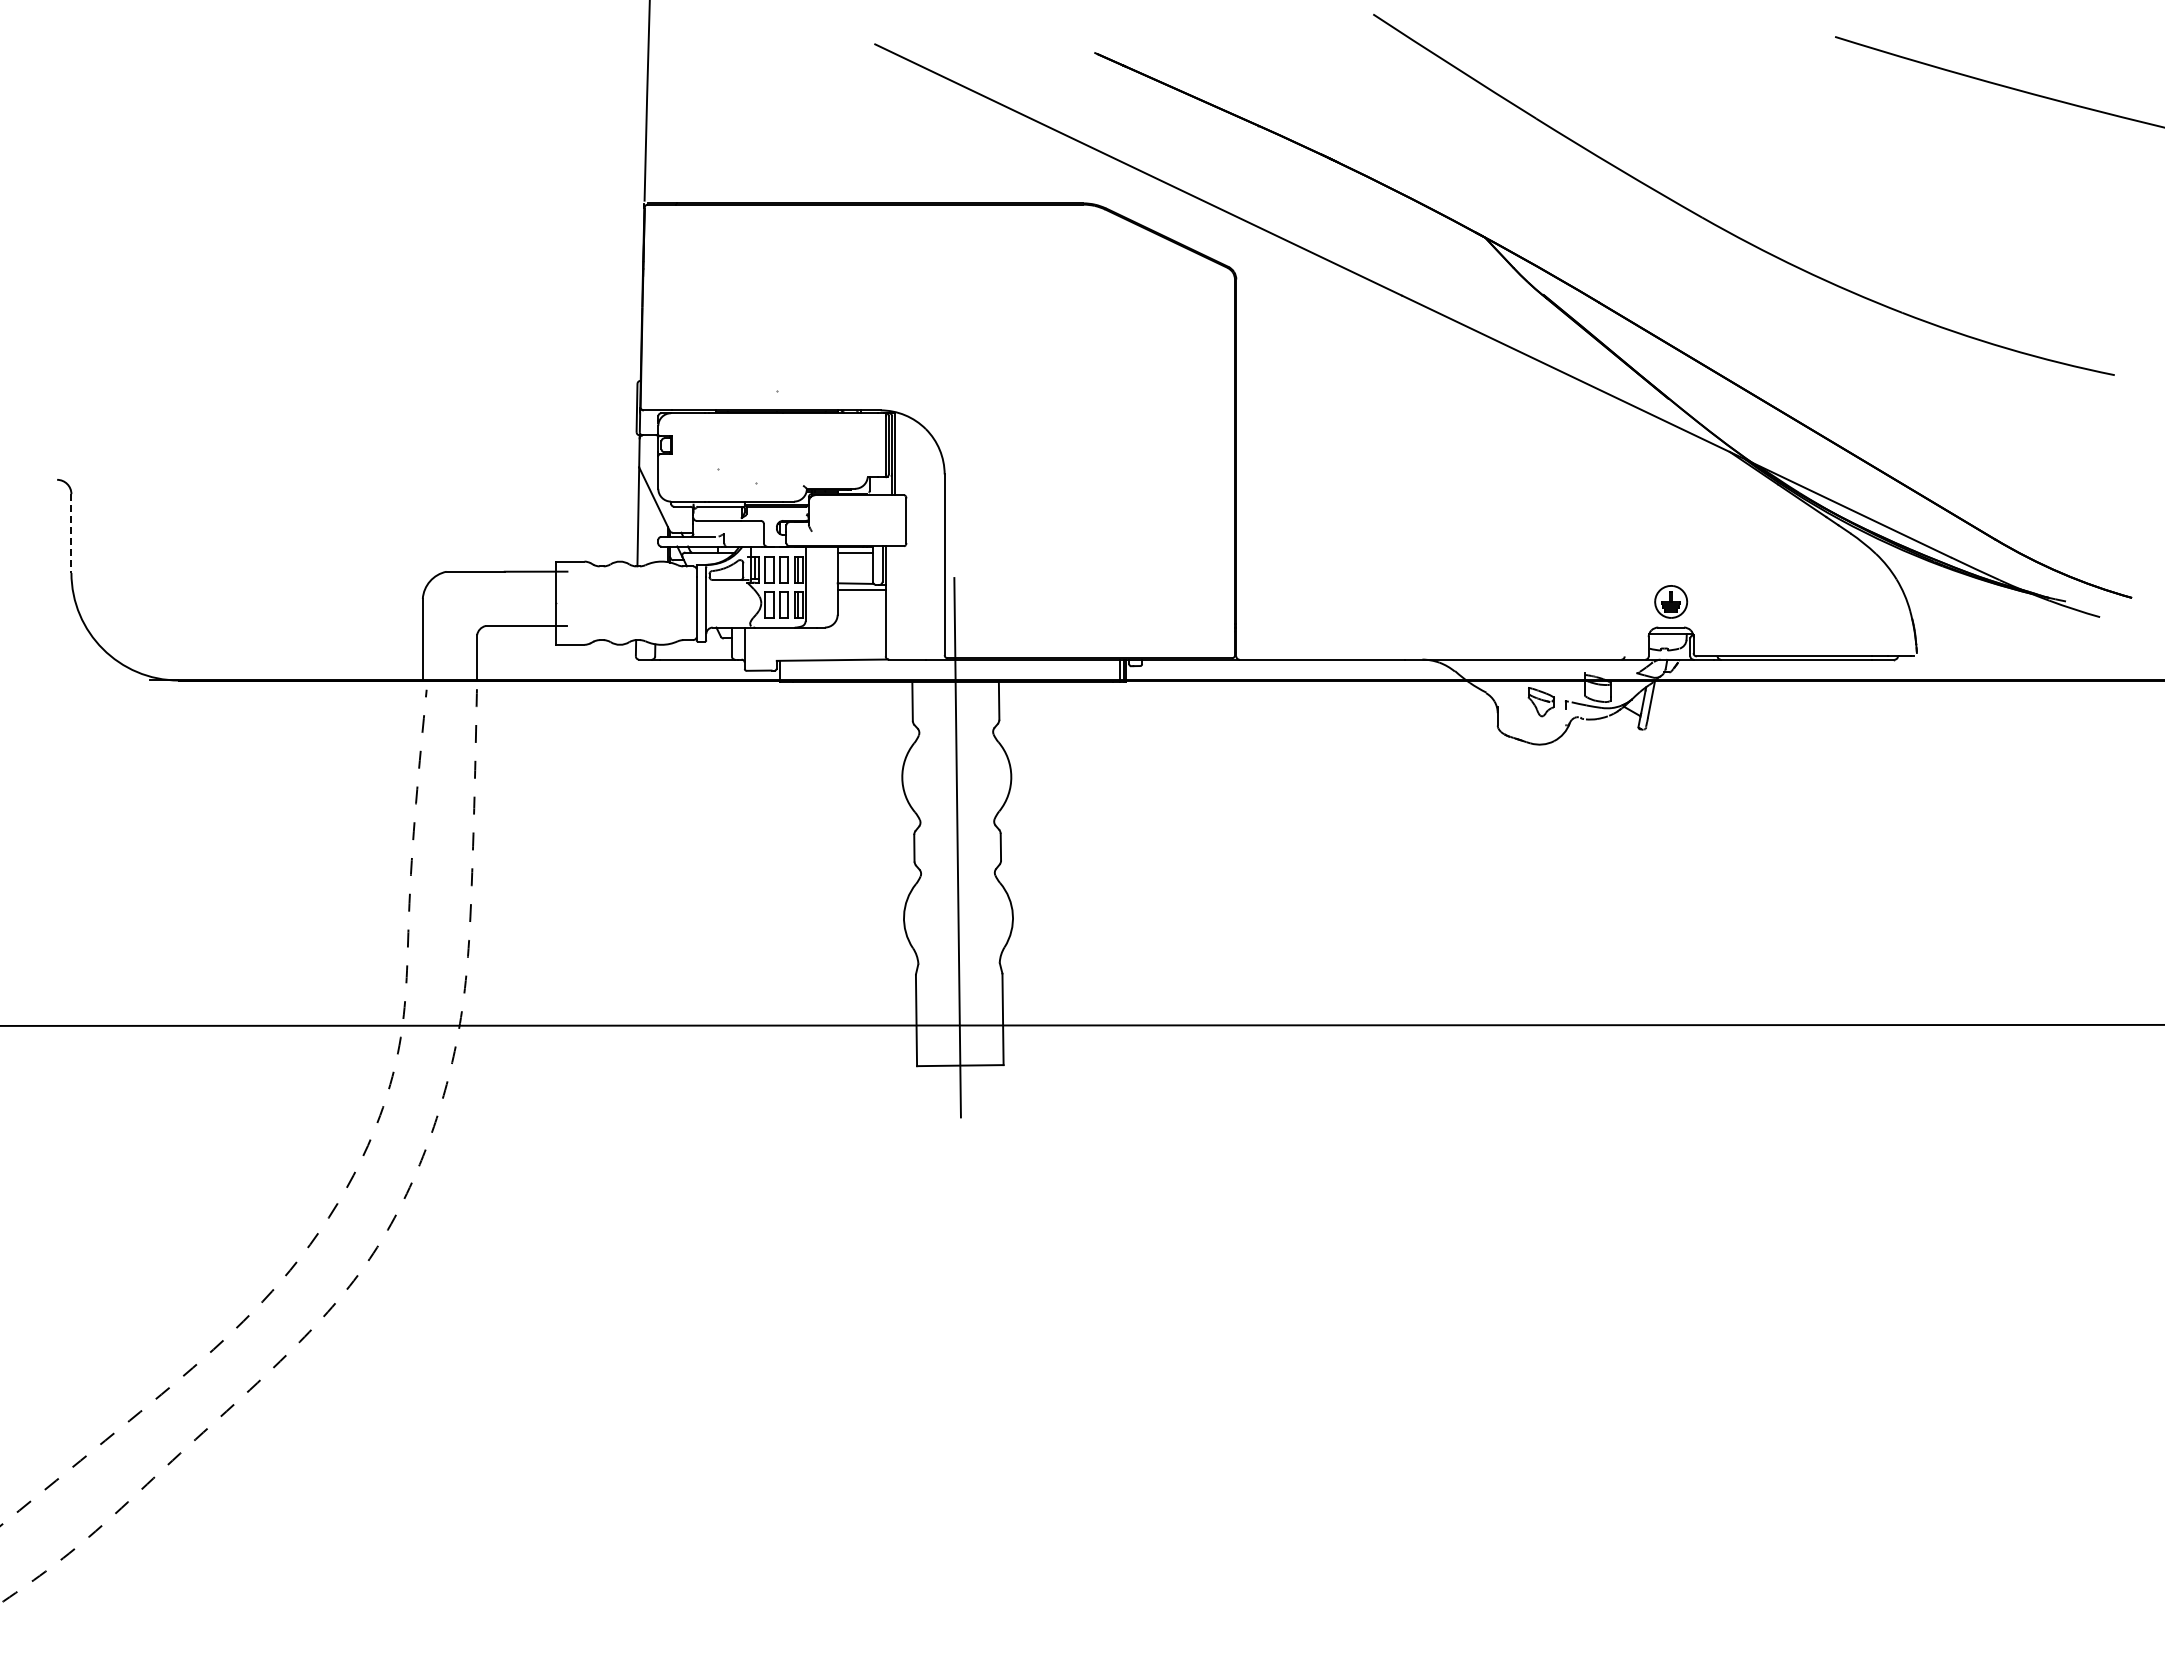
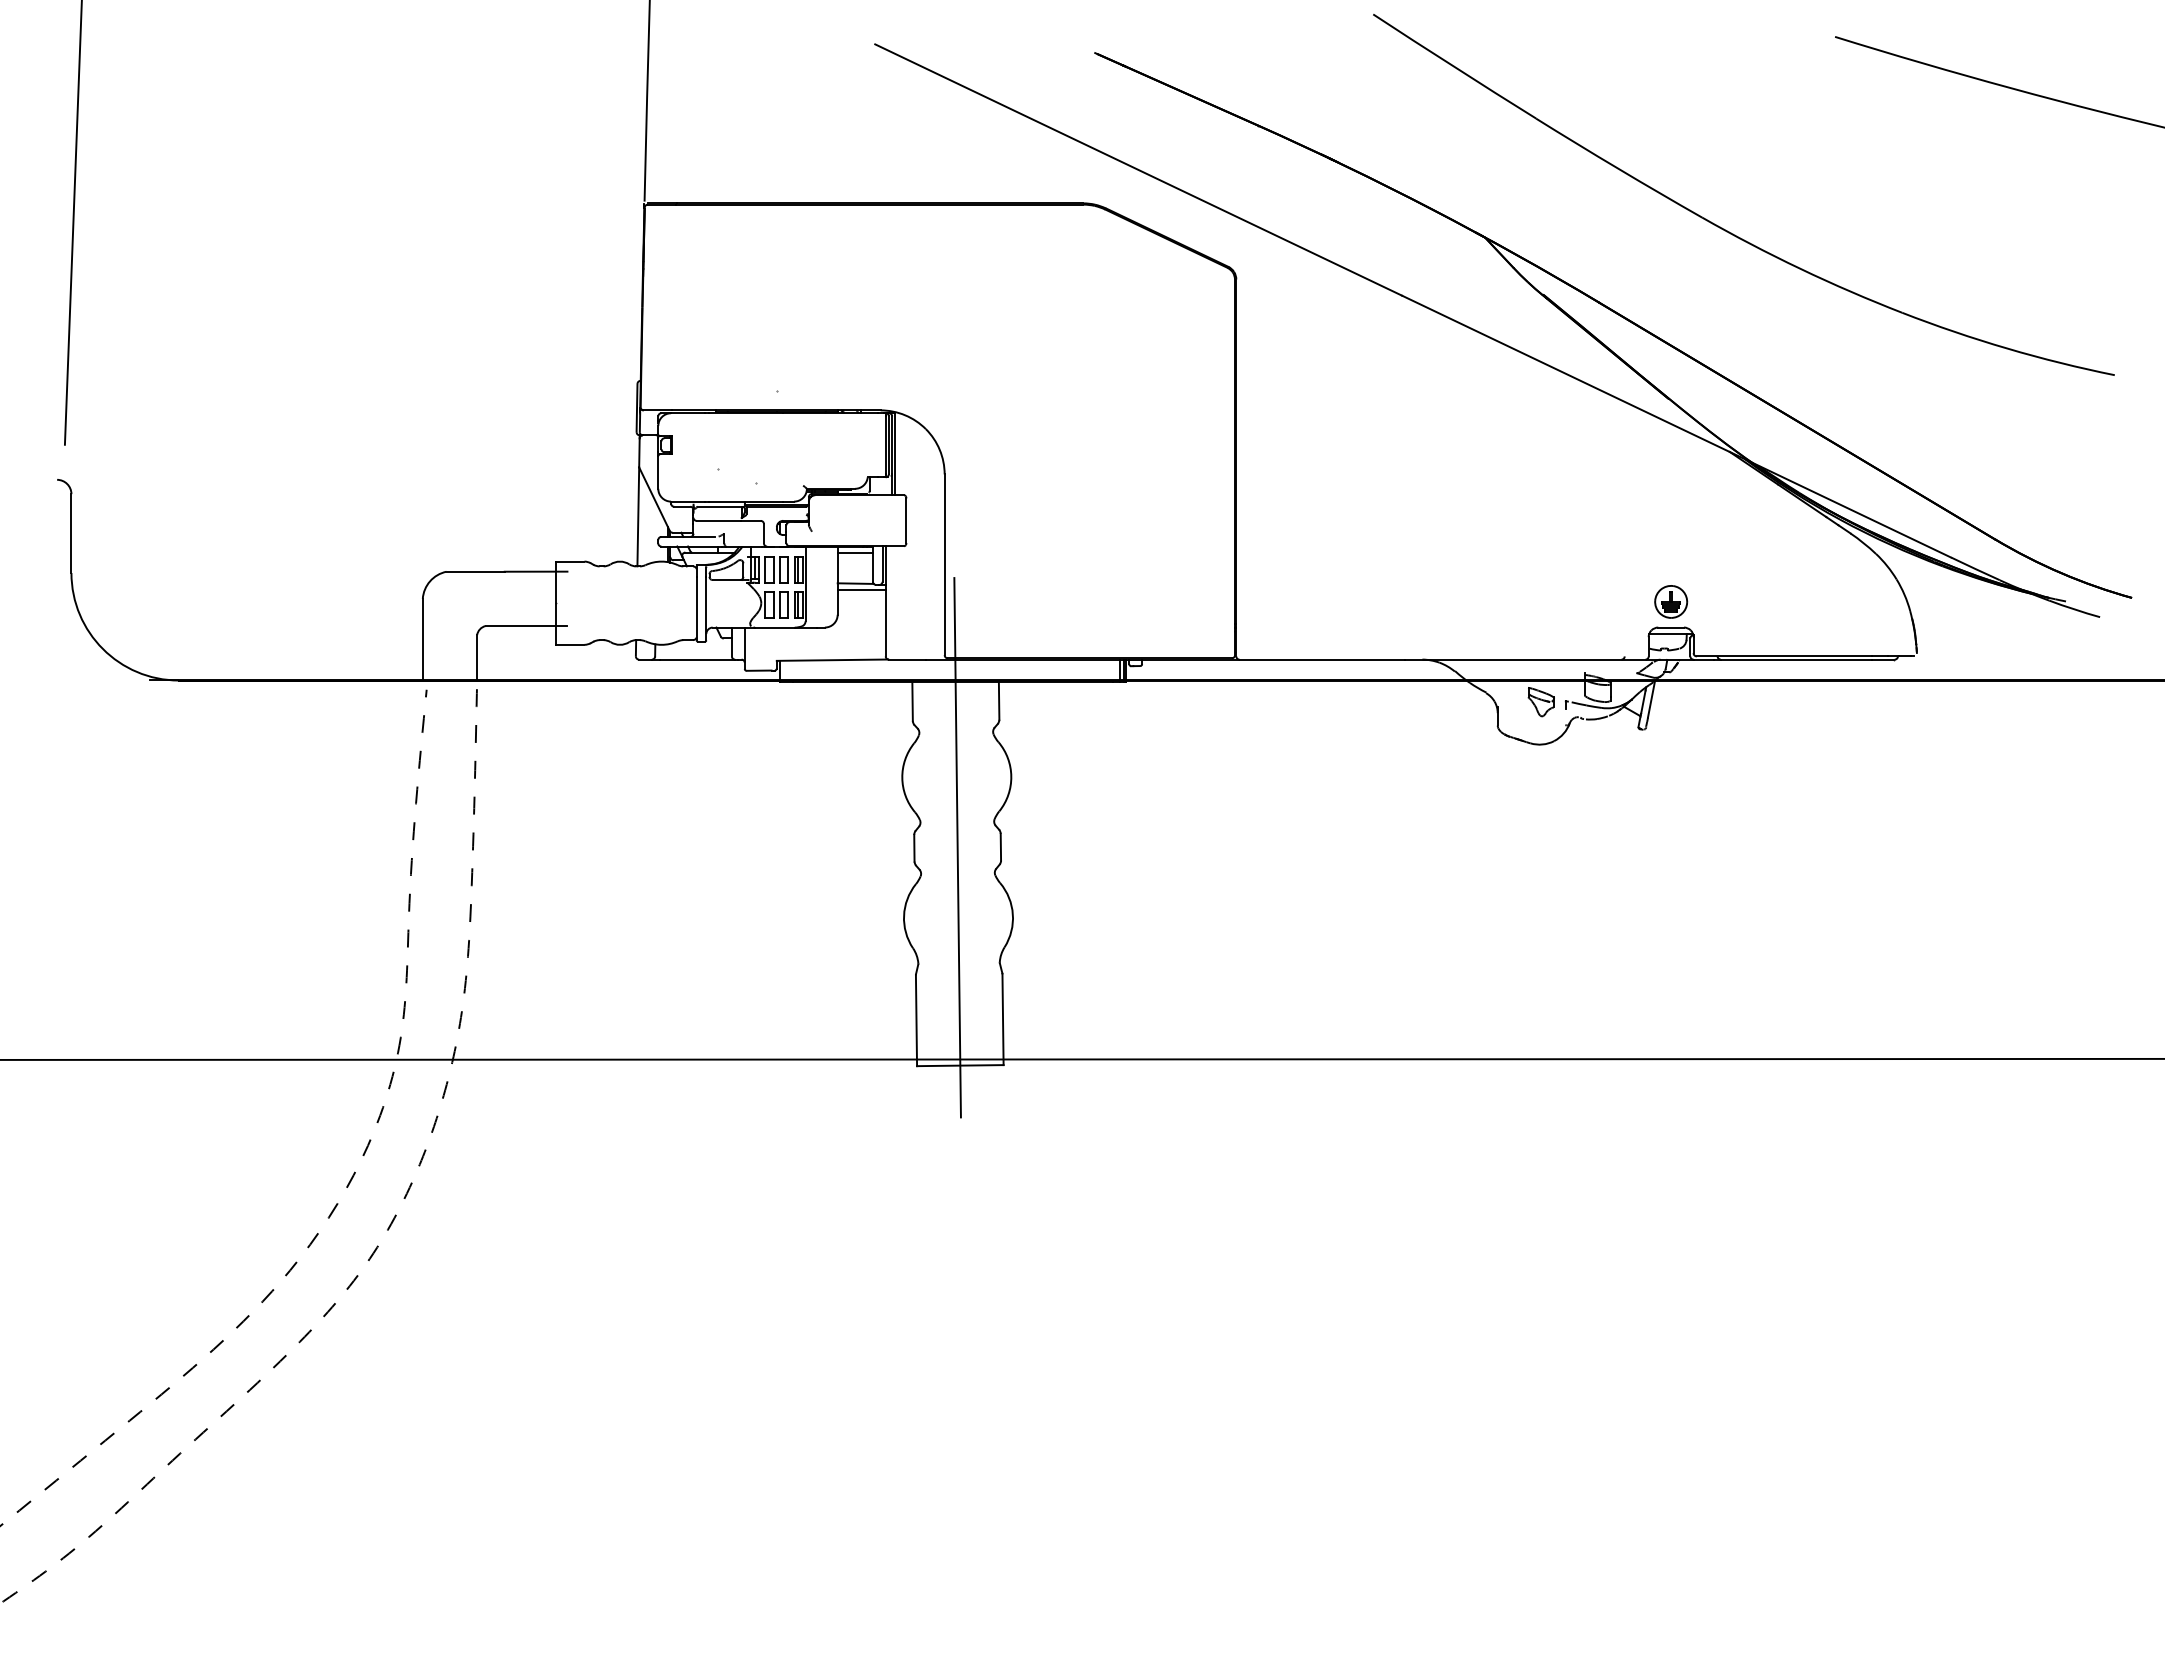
line at (72, 223): none -> present
line at (71, 534): dashed -> solid
line at (1081, 1024) position: (1081, 1024) -> (1081, 1058)
